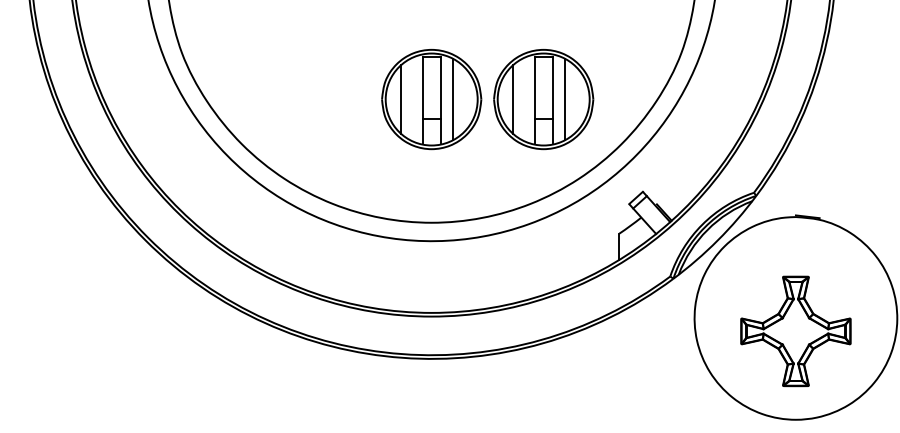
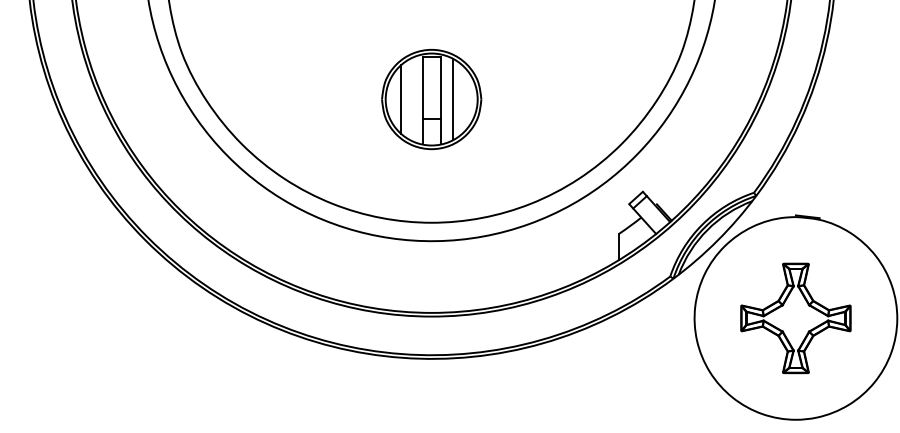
part at (543, 99): present -> none
part at (795, 331) position: (795, 331) -> (795, 318)
